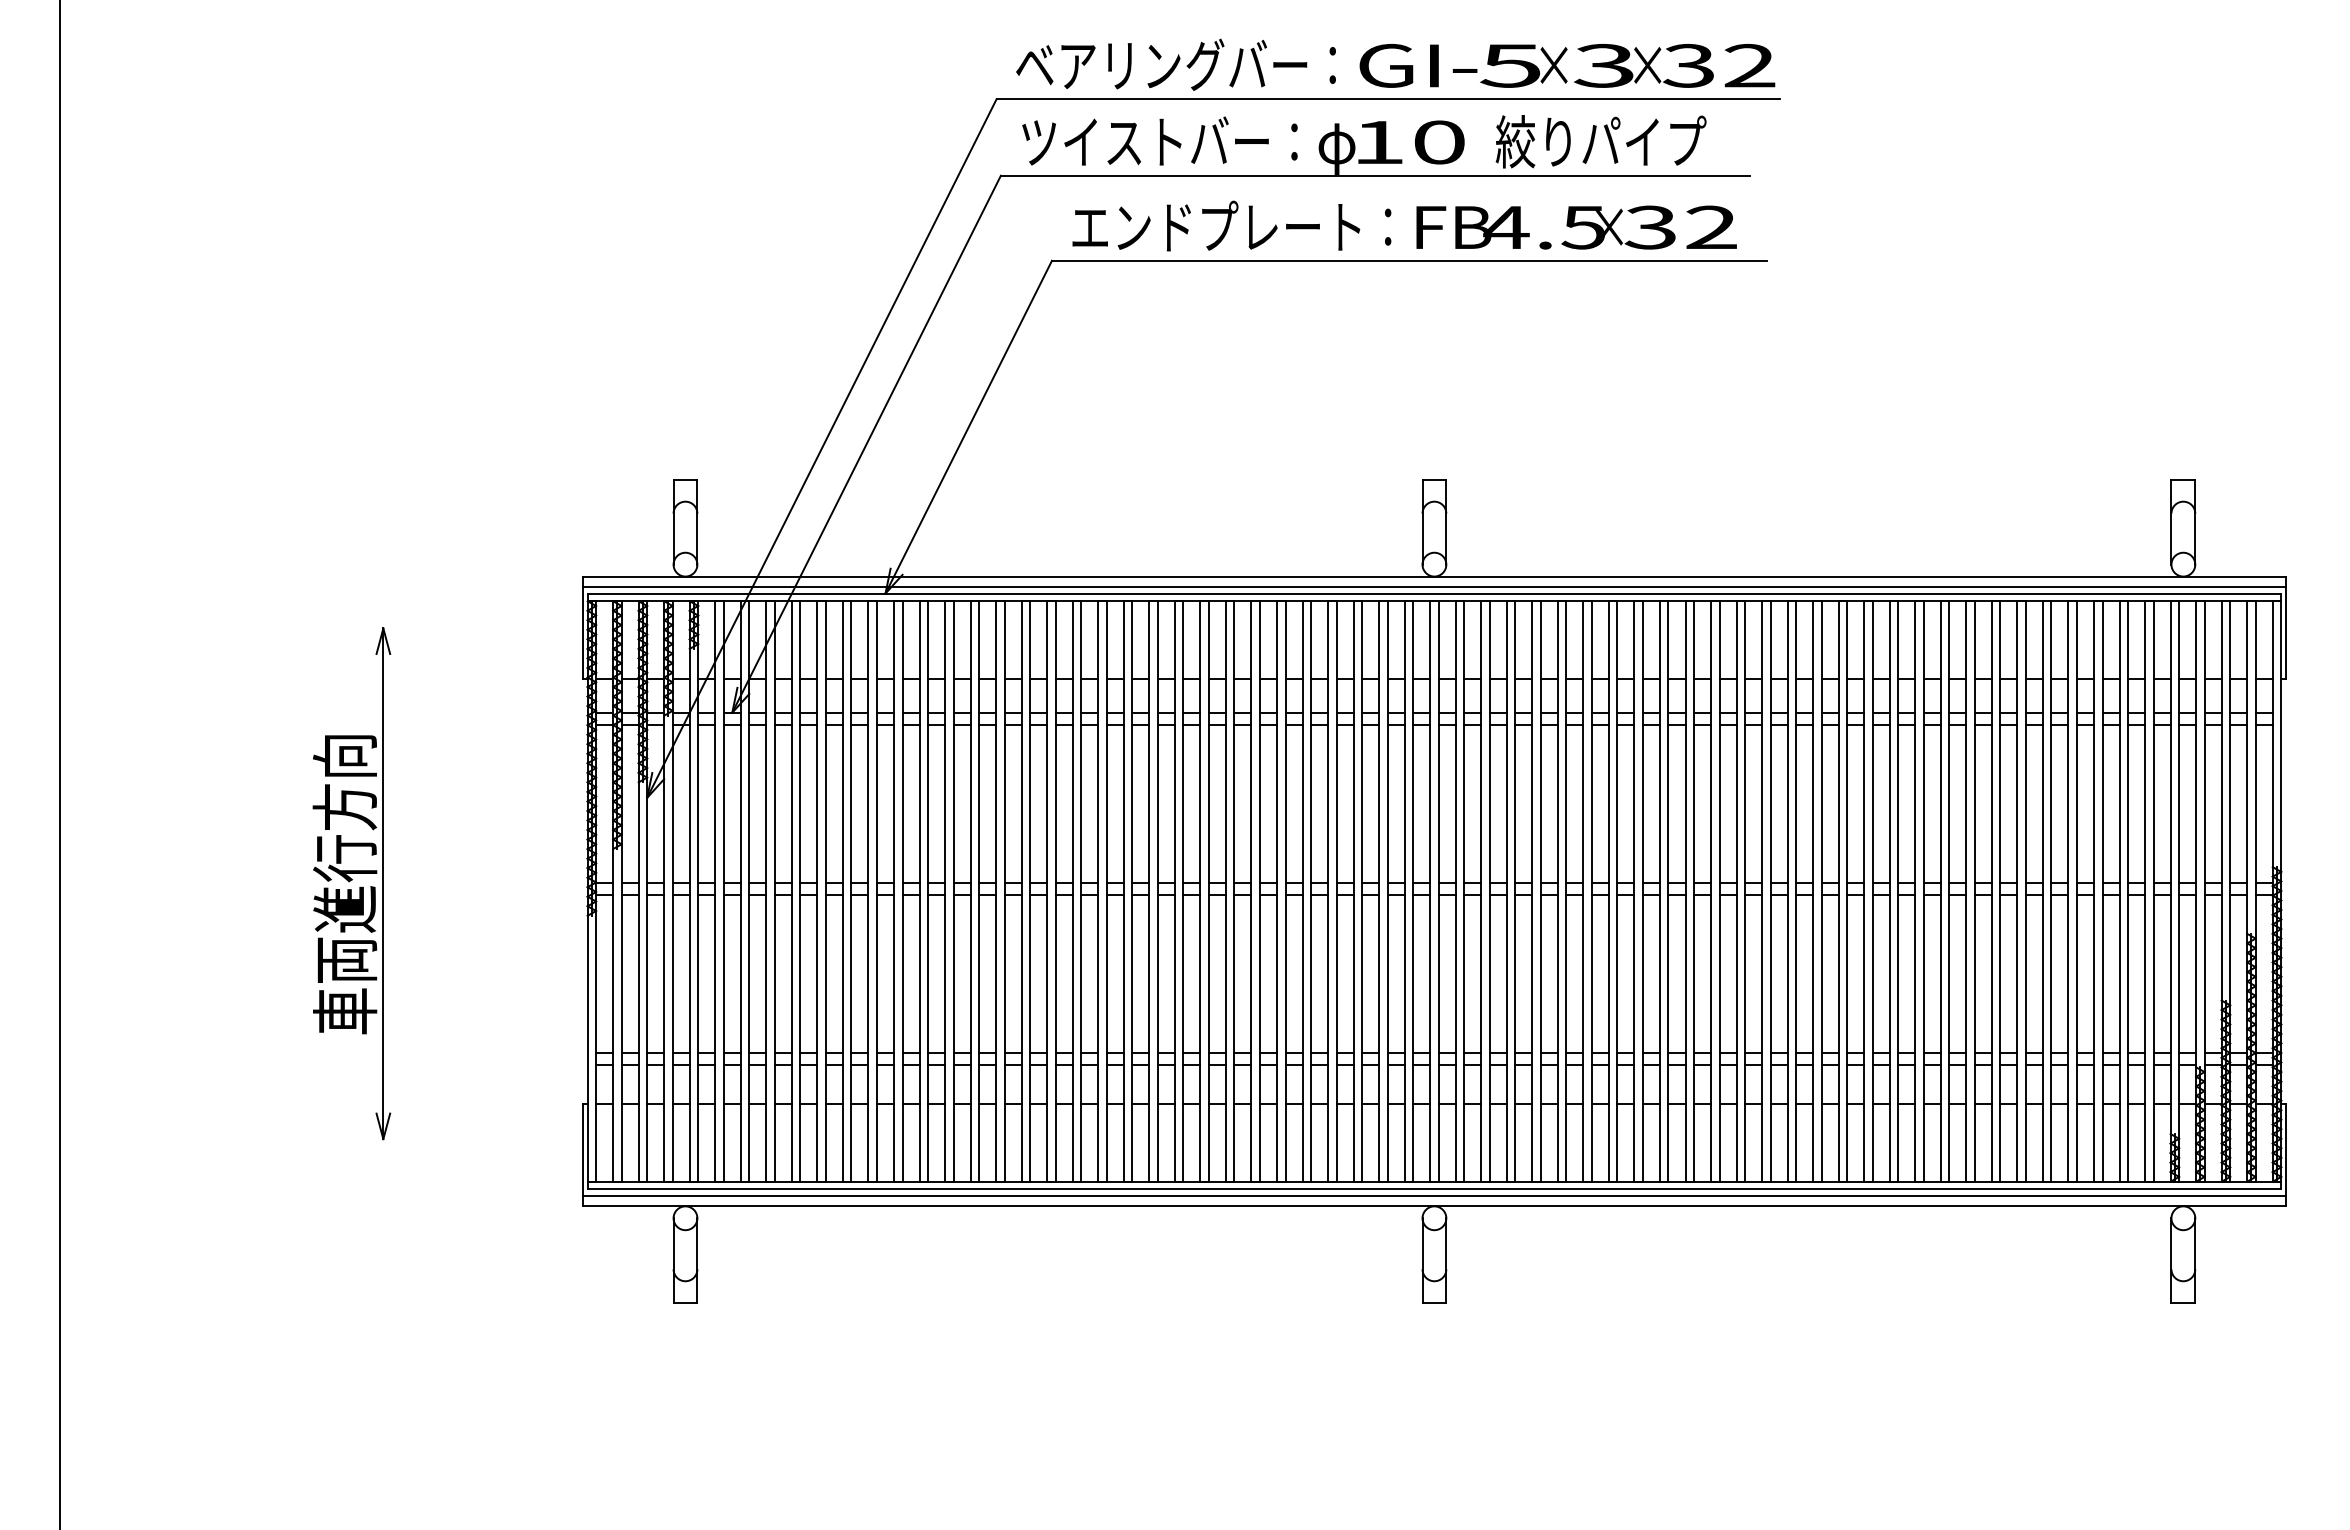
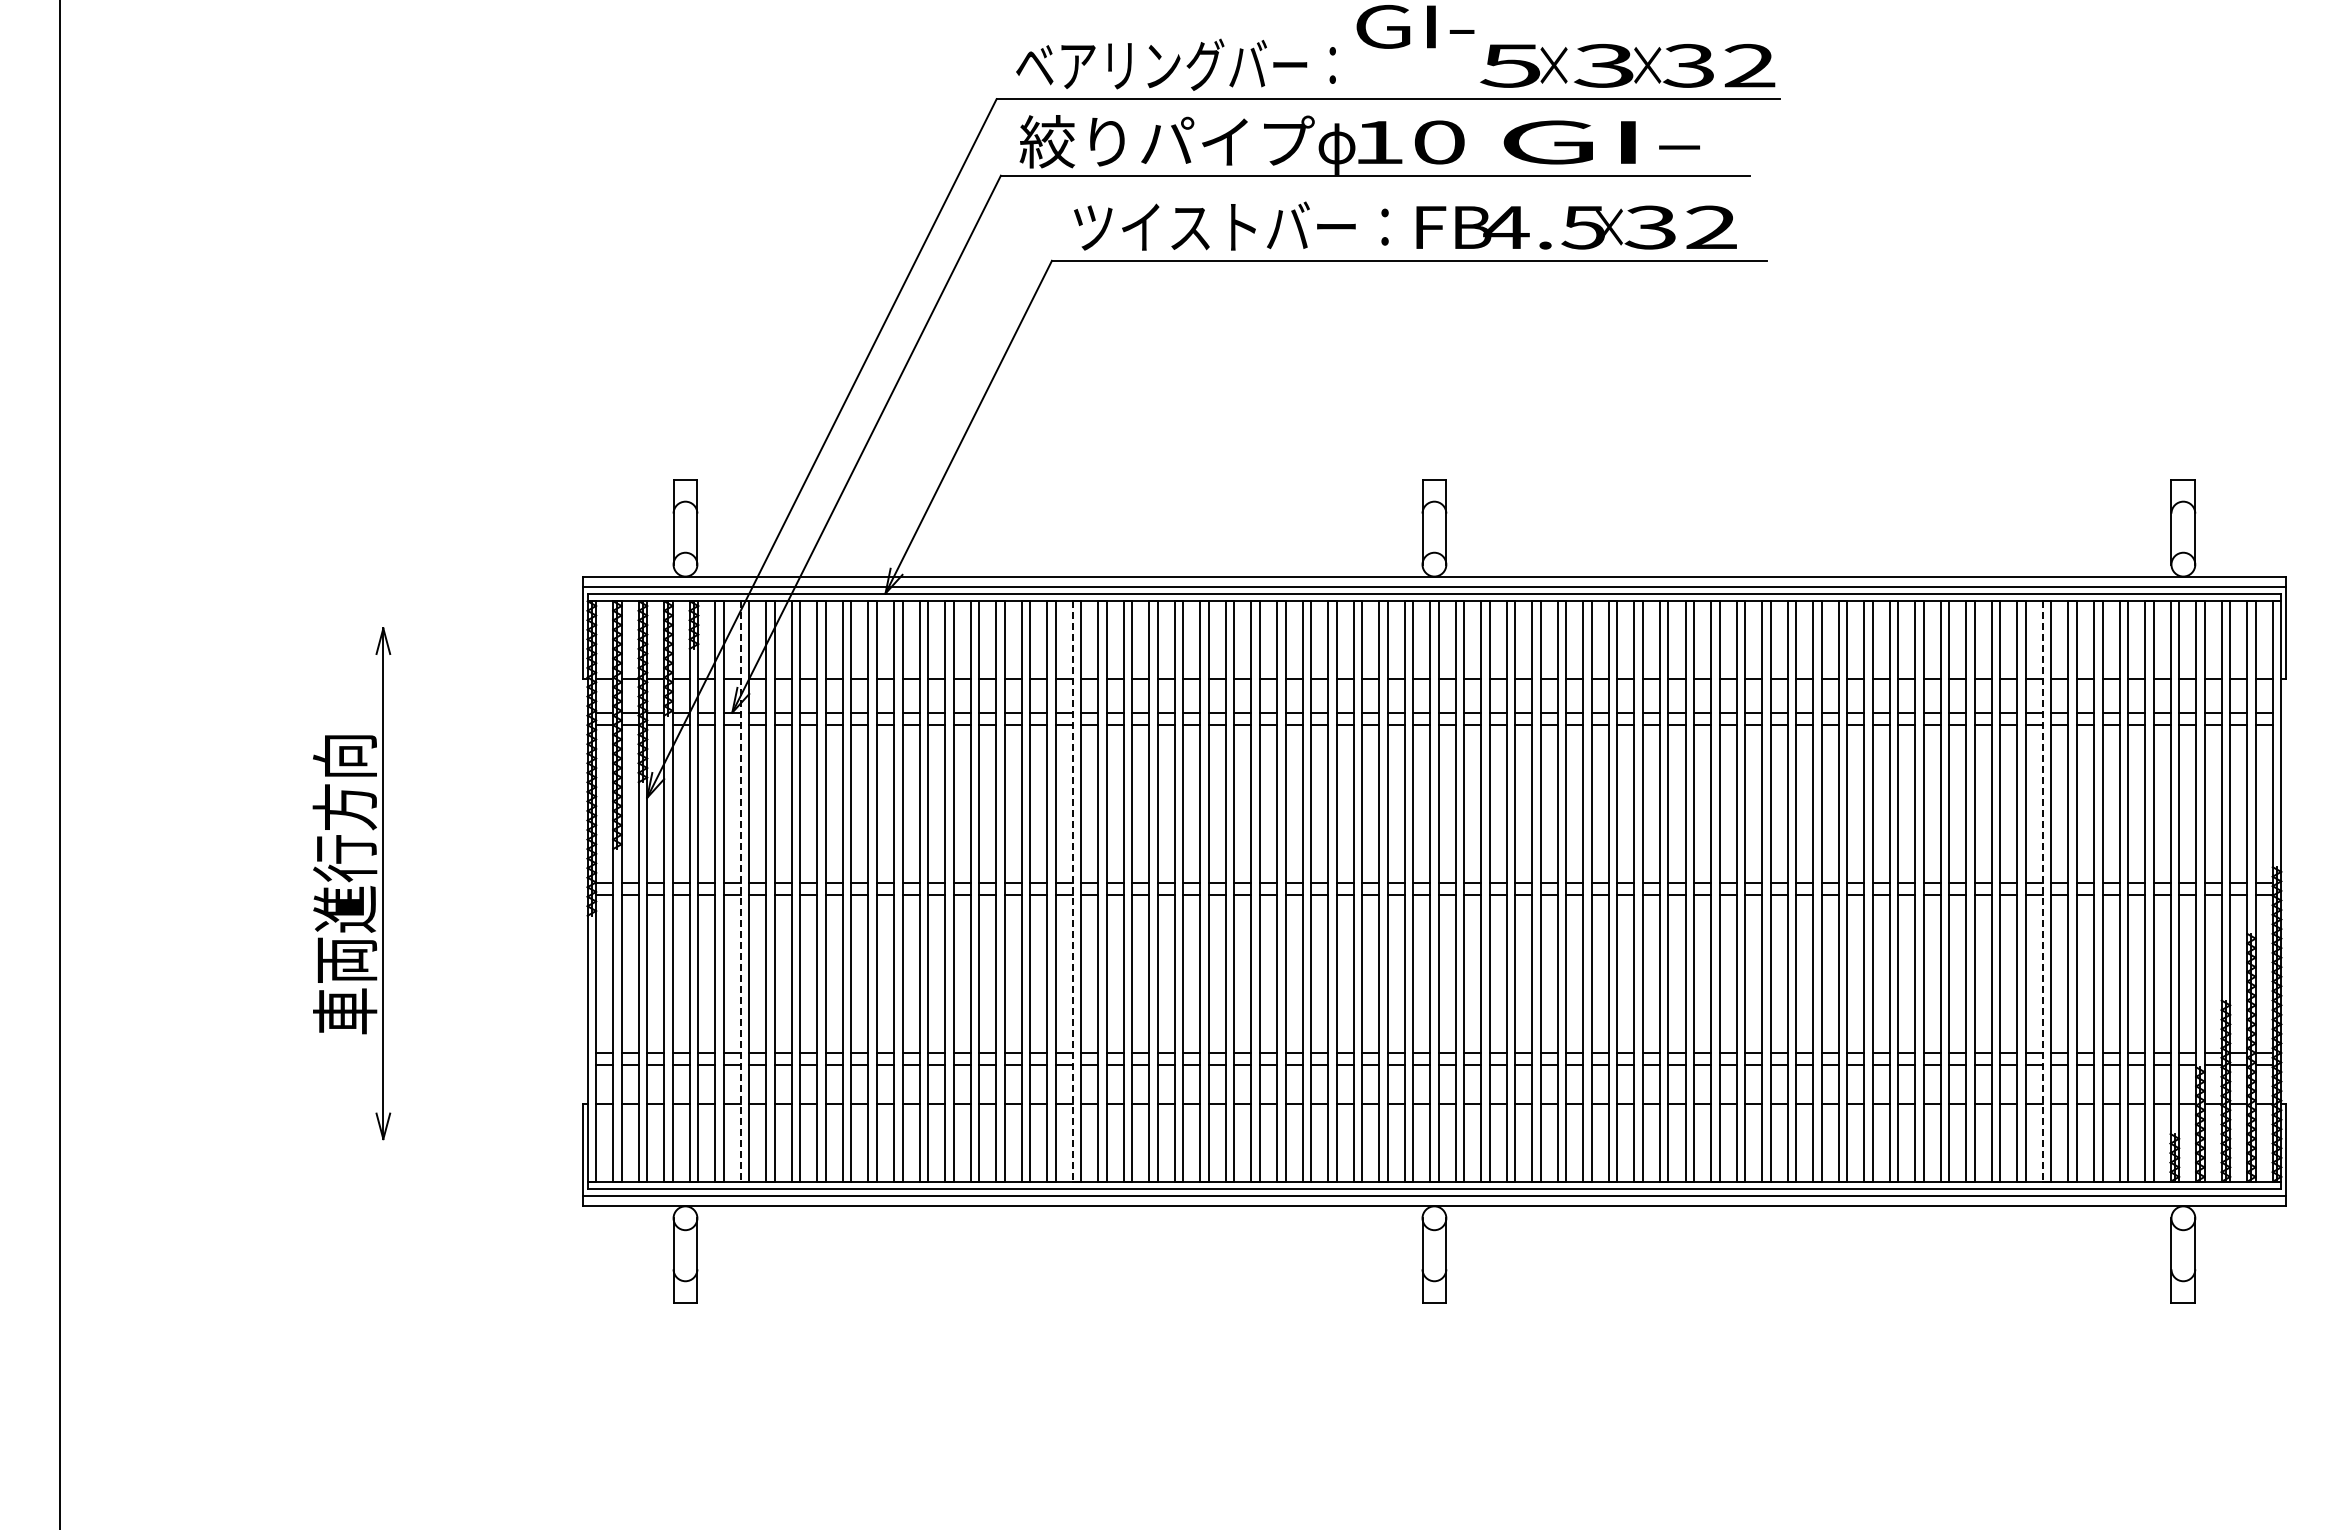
text at (1418, 65) position: (1418, 65) -> (1415, 26)
text at (1166, 141): ツイストバー： -> 絞りパイプ
text at (1600, 141): 絞りパイプ -> GI-
text at (1231, 225): エンドプレート： -> ツイストバー：
line at (740, 891): solid -> dashed
line at (1072, 891): solid -> dashed
line at (2042, 891): solid -> dashed
